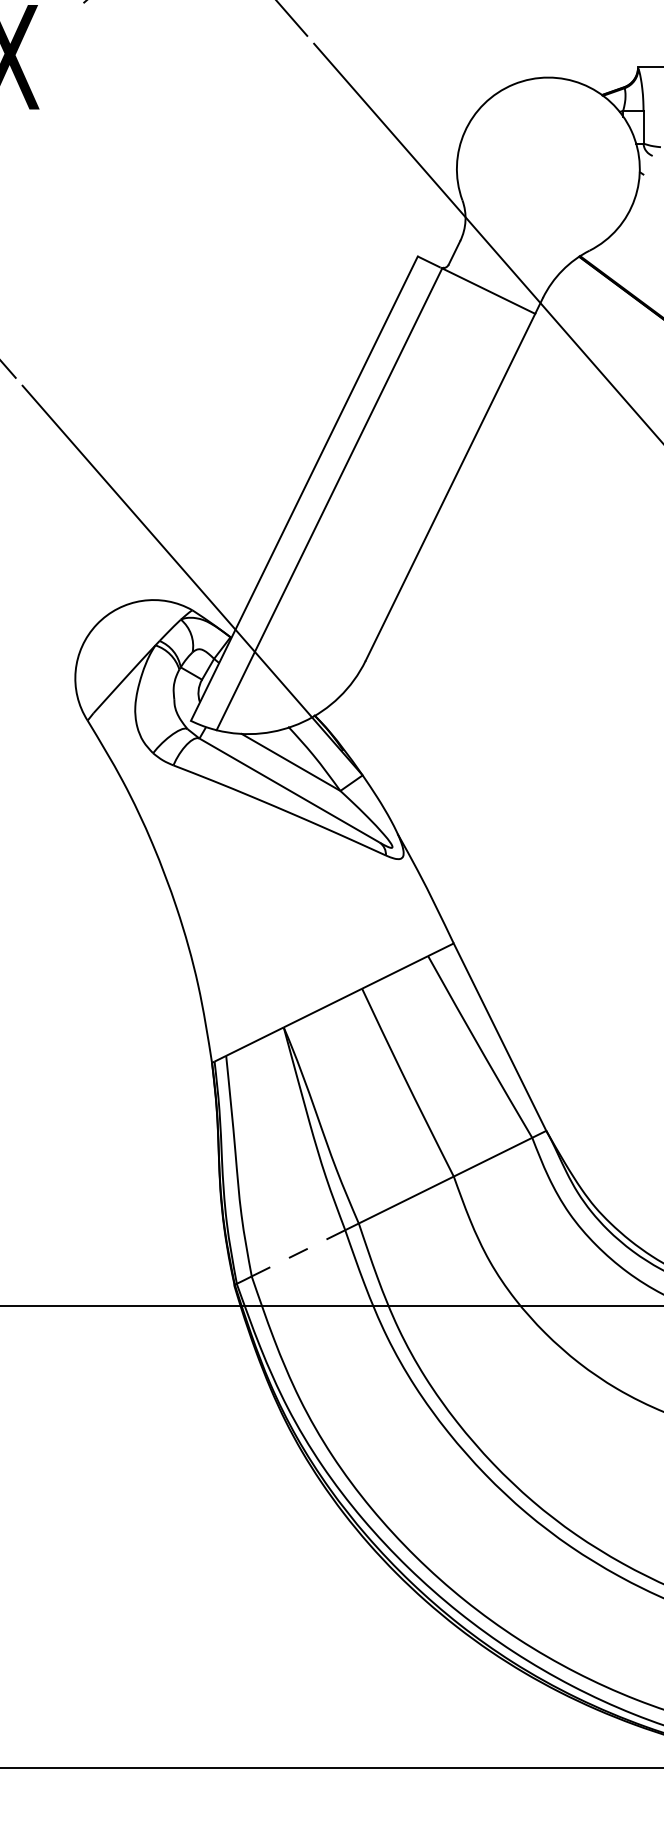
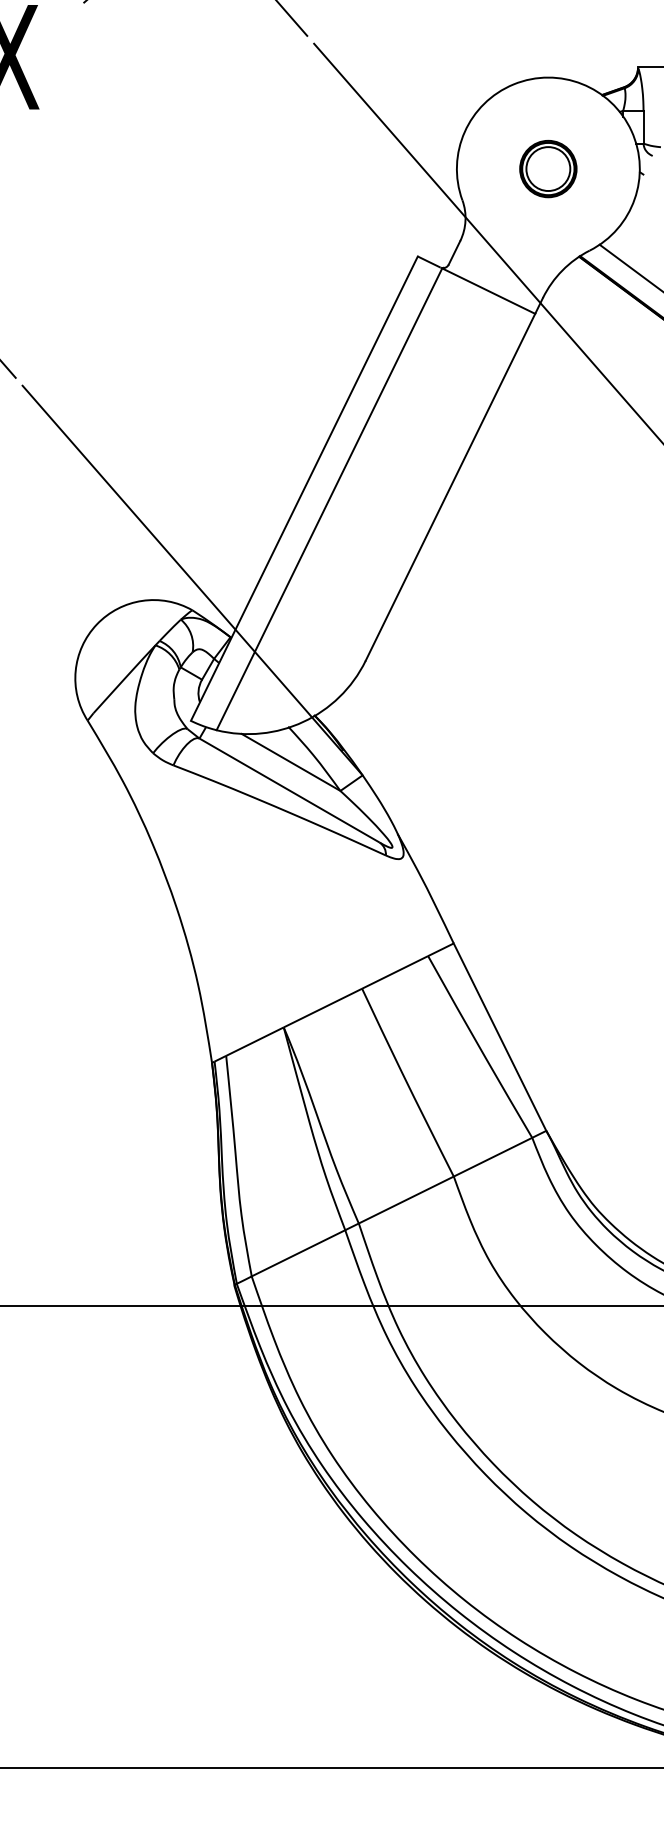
part at (548, 169): none -> present
line at (629, 267): none -> present
line at (298, 1253): dashed -> solid
